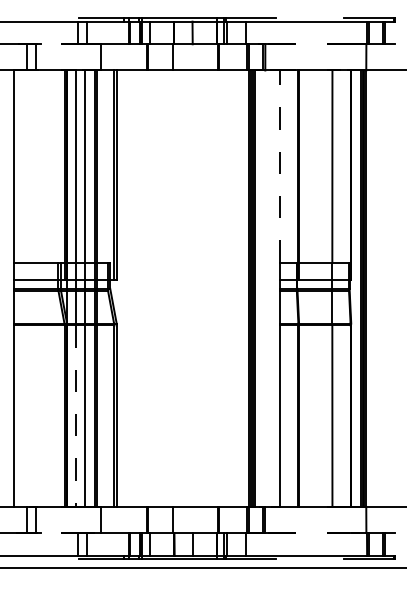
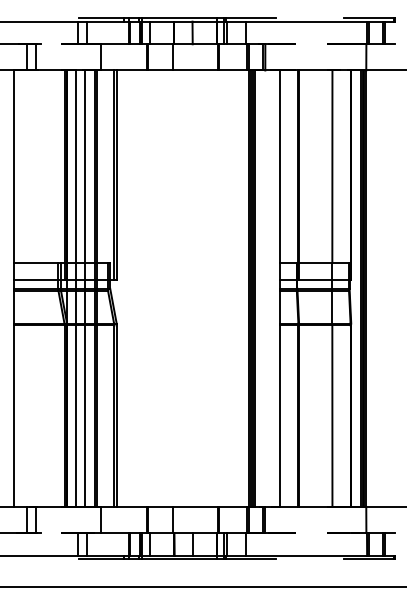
line at (279, 166): dashed -> solid
line at (75, 416): dashed -> solid
line at (202, 567) position: (202, 567) -> (202, 586)
